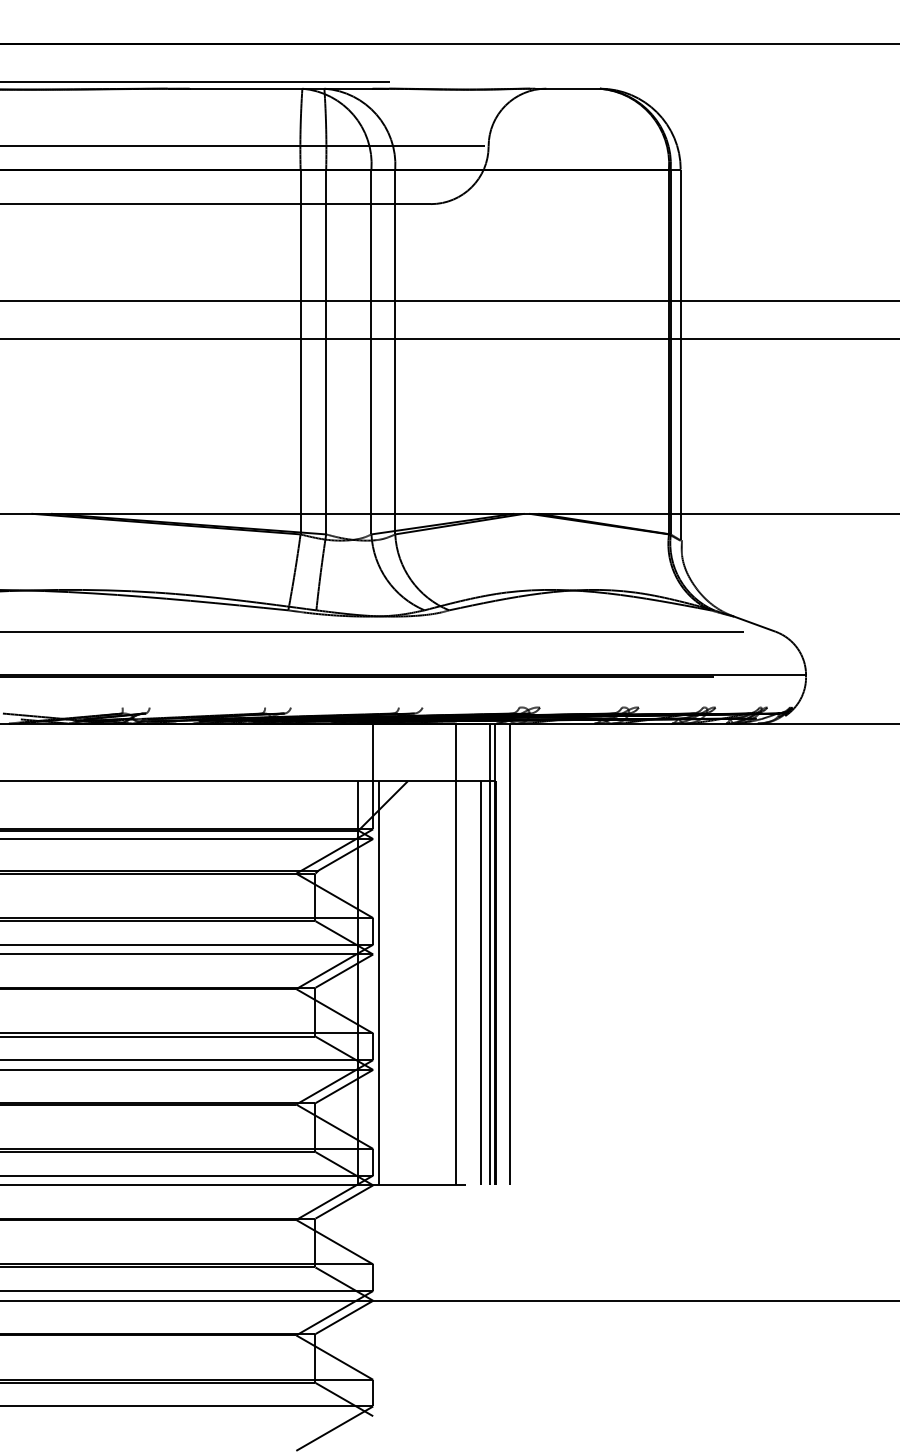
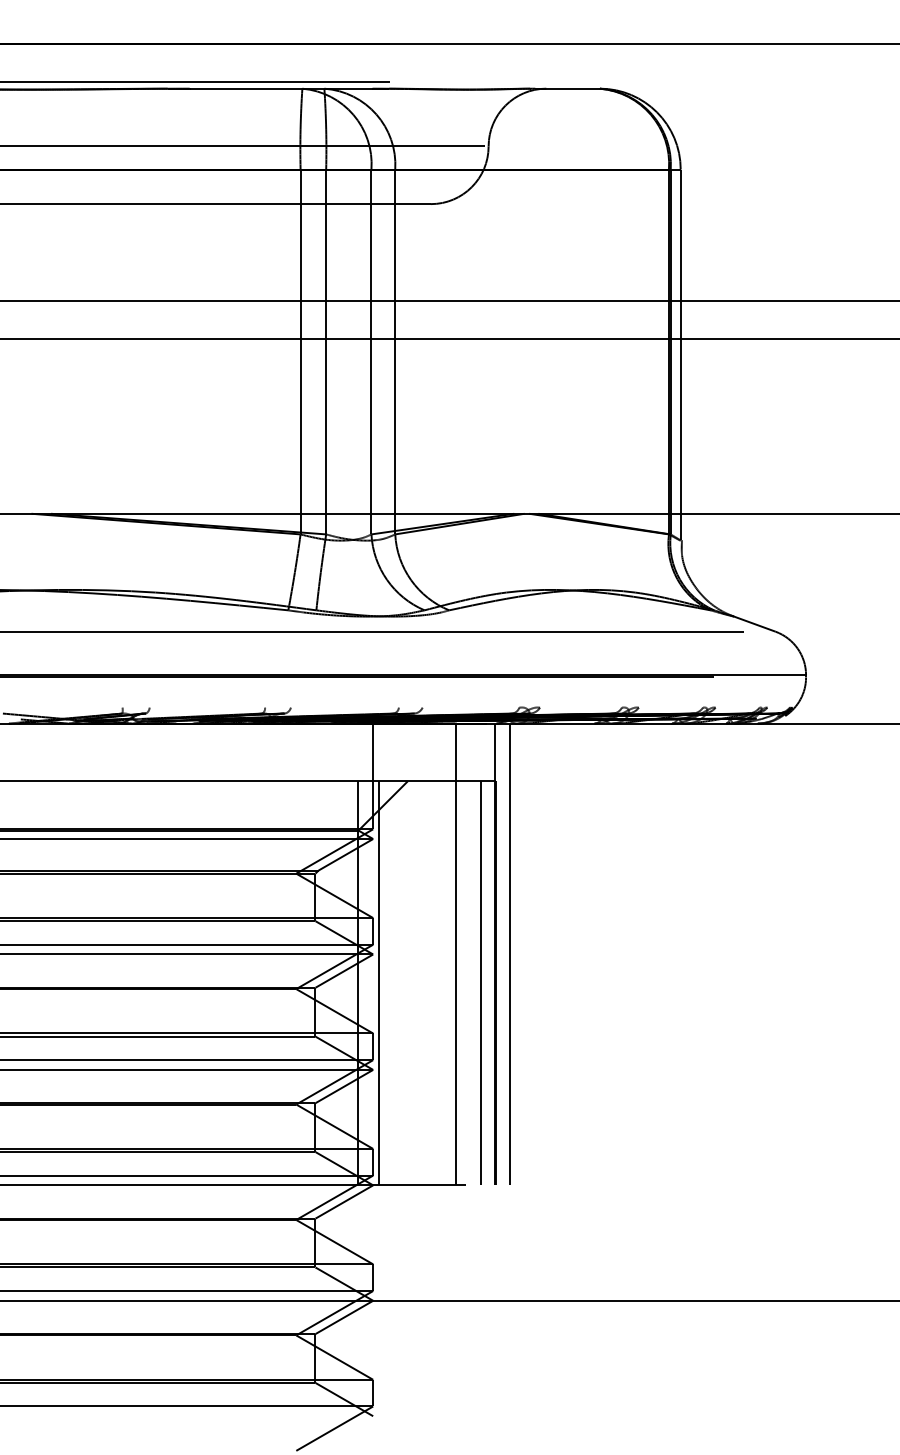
line at (489, 954): present -> none
